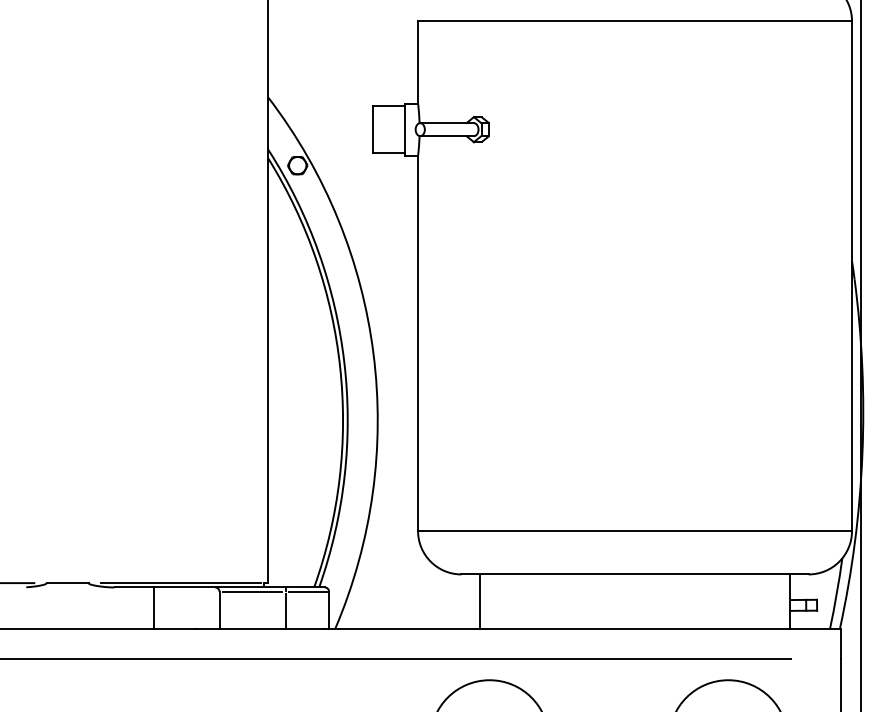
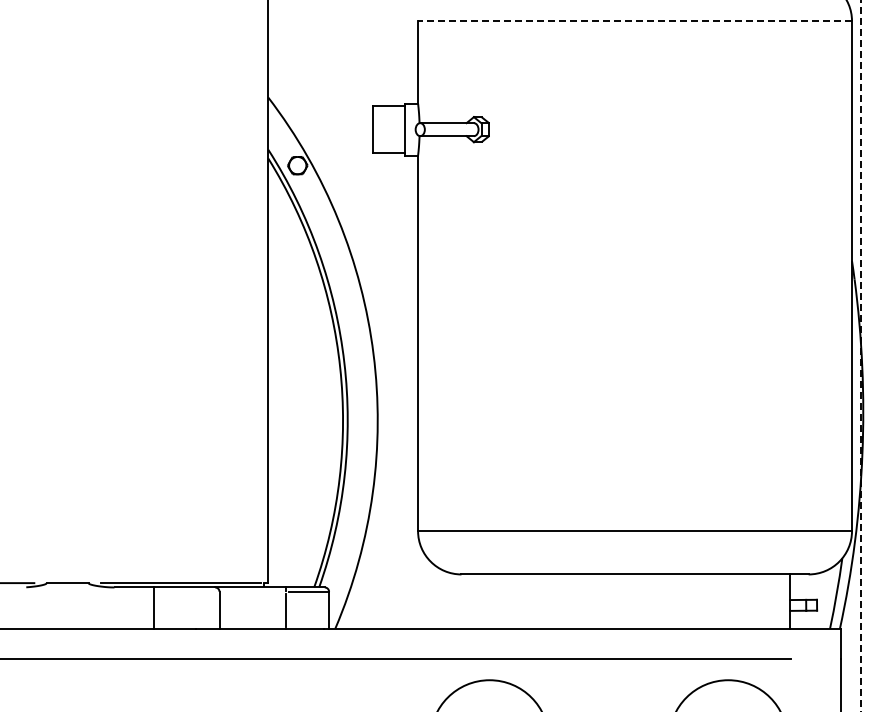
line at (635, 21): solid -> dashed
line at (861, 356): solid -> dashed
line at (252, 591): present -> none
line at (479, 601): present -> none
